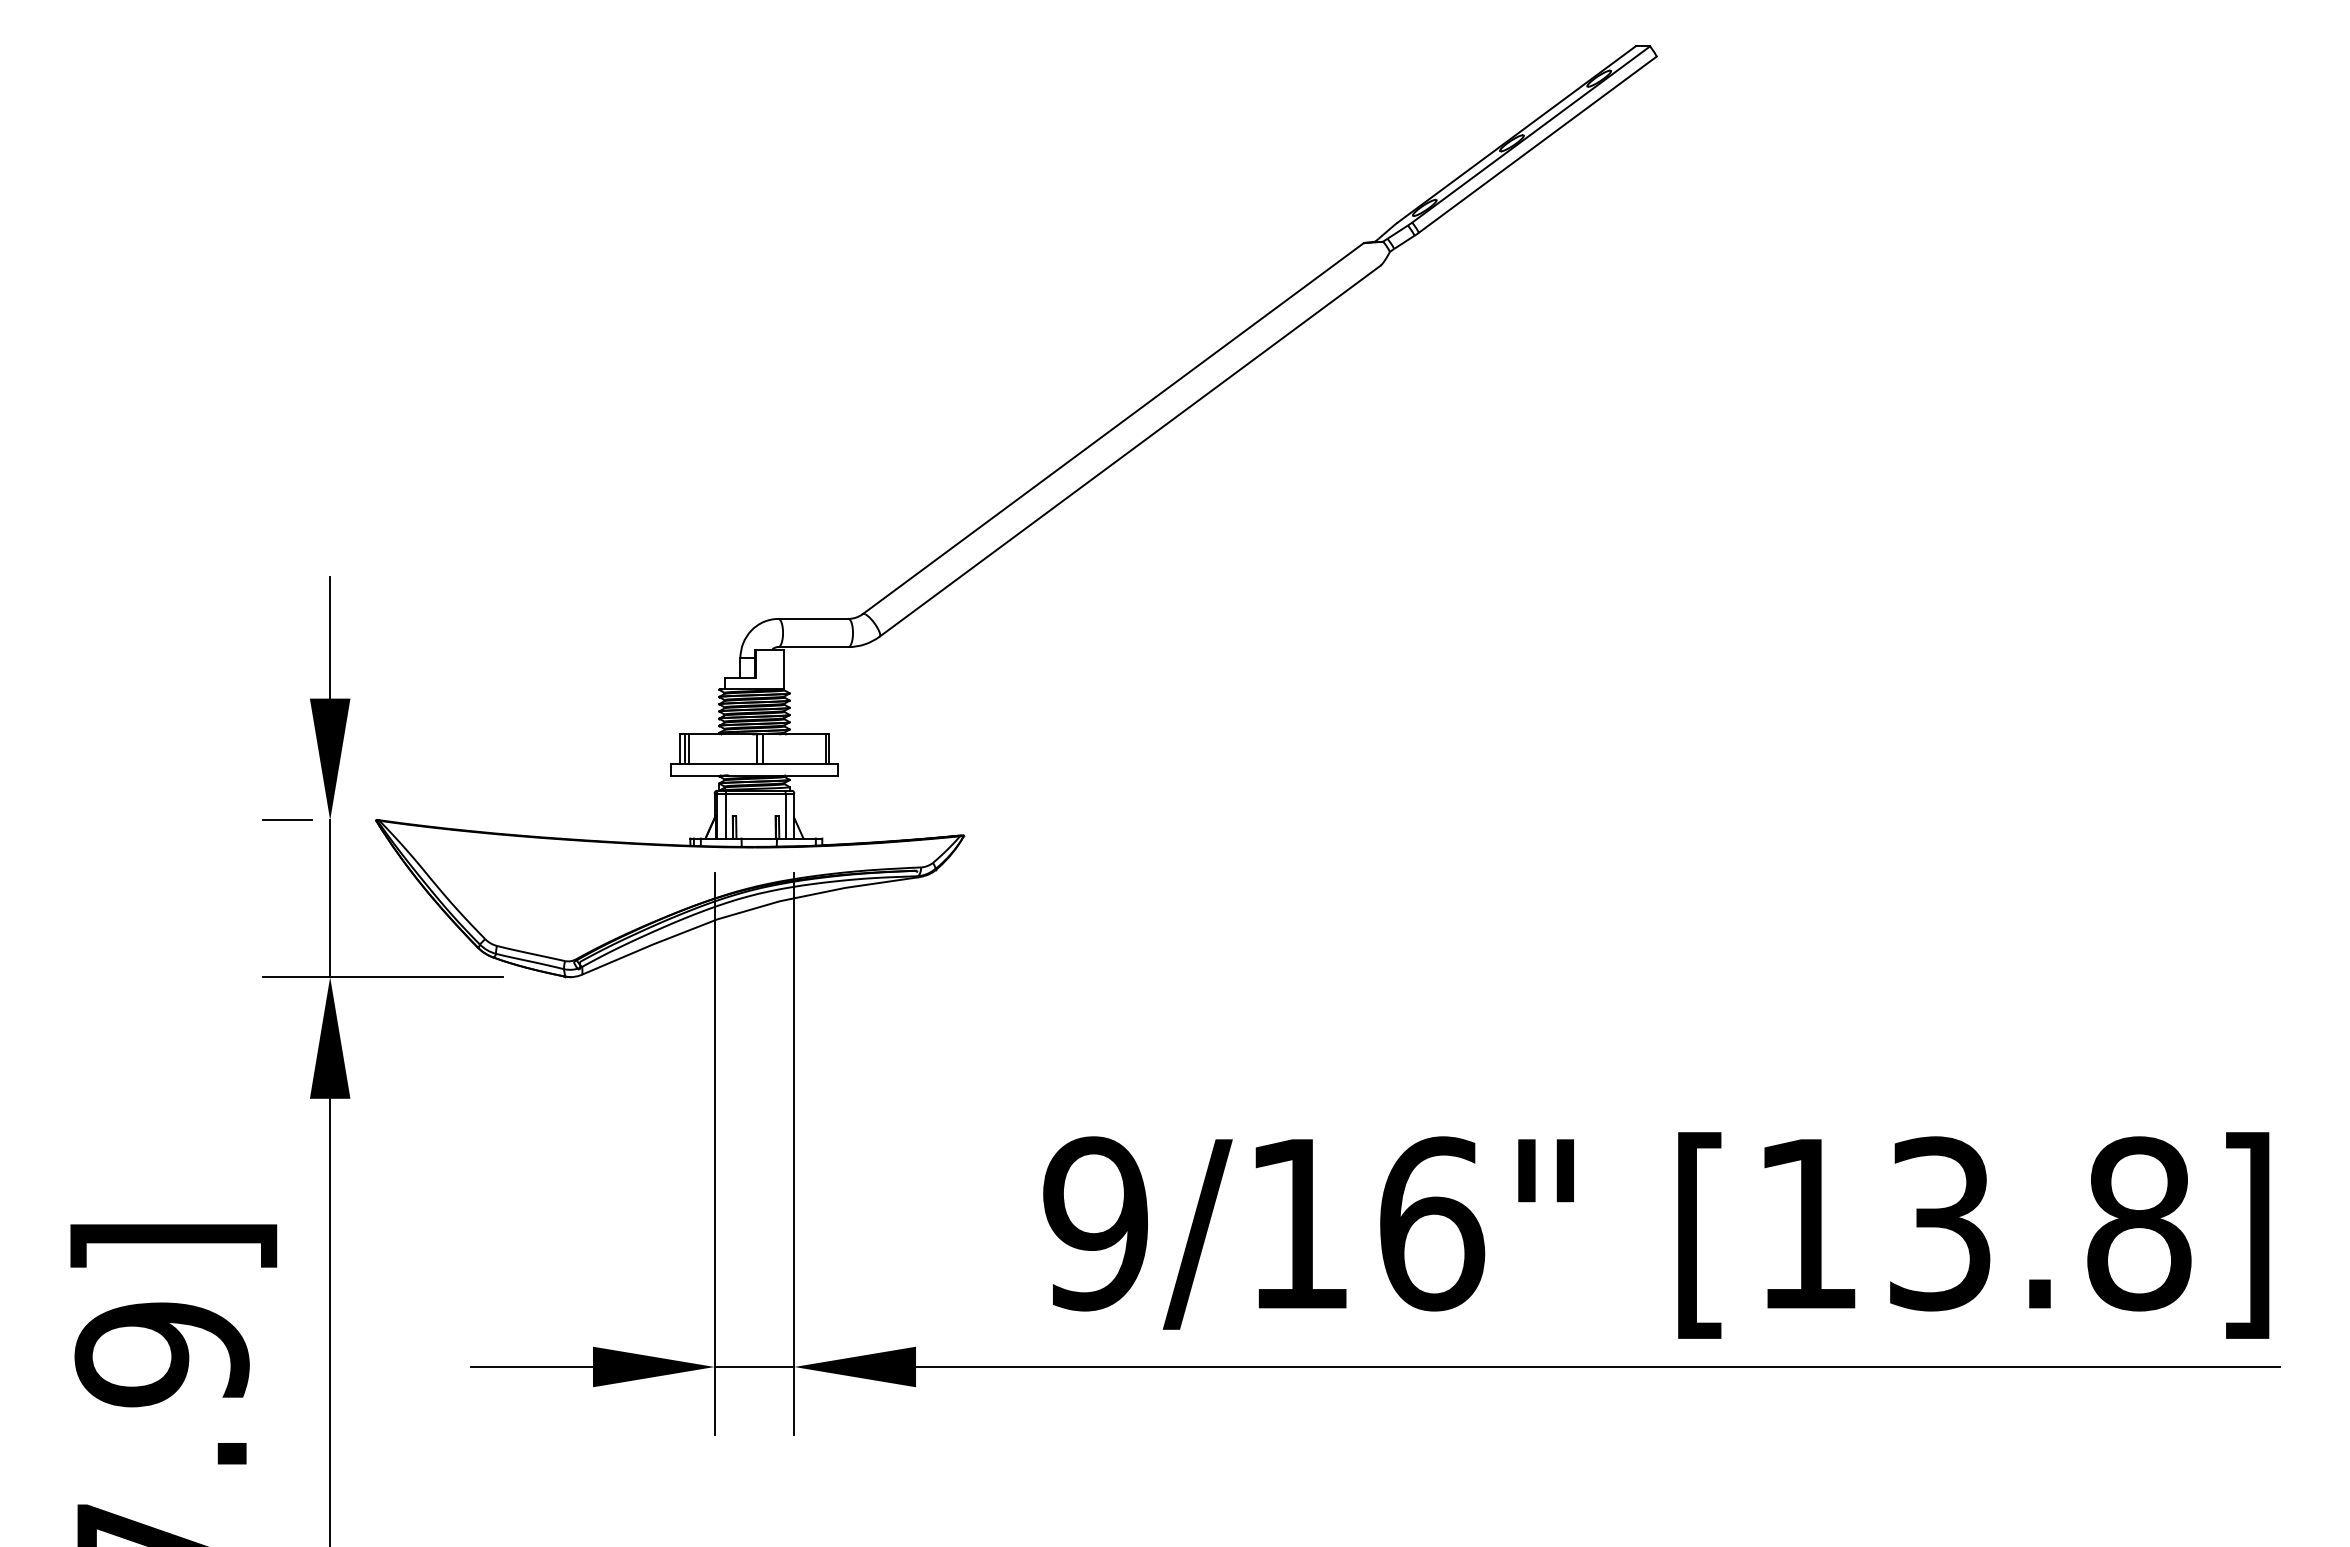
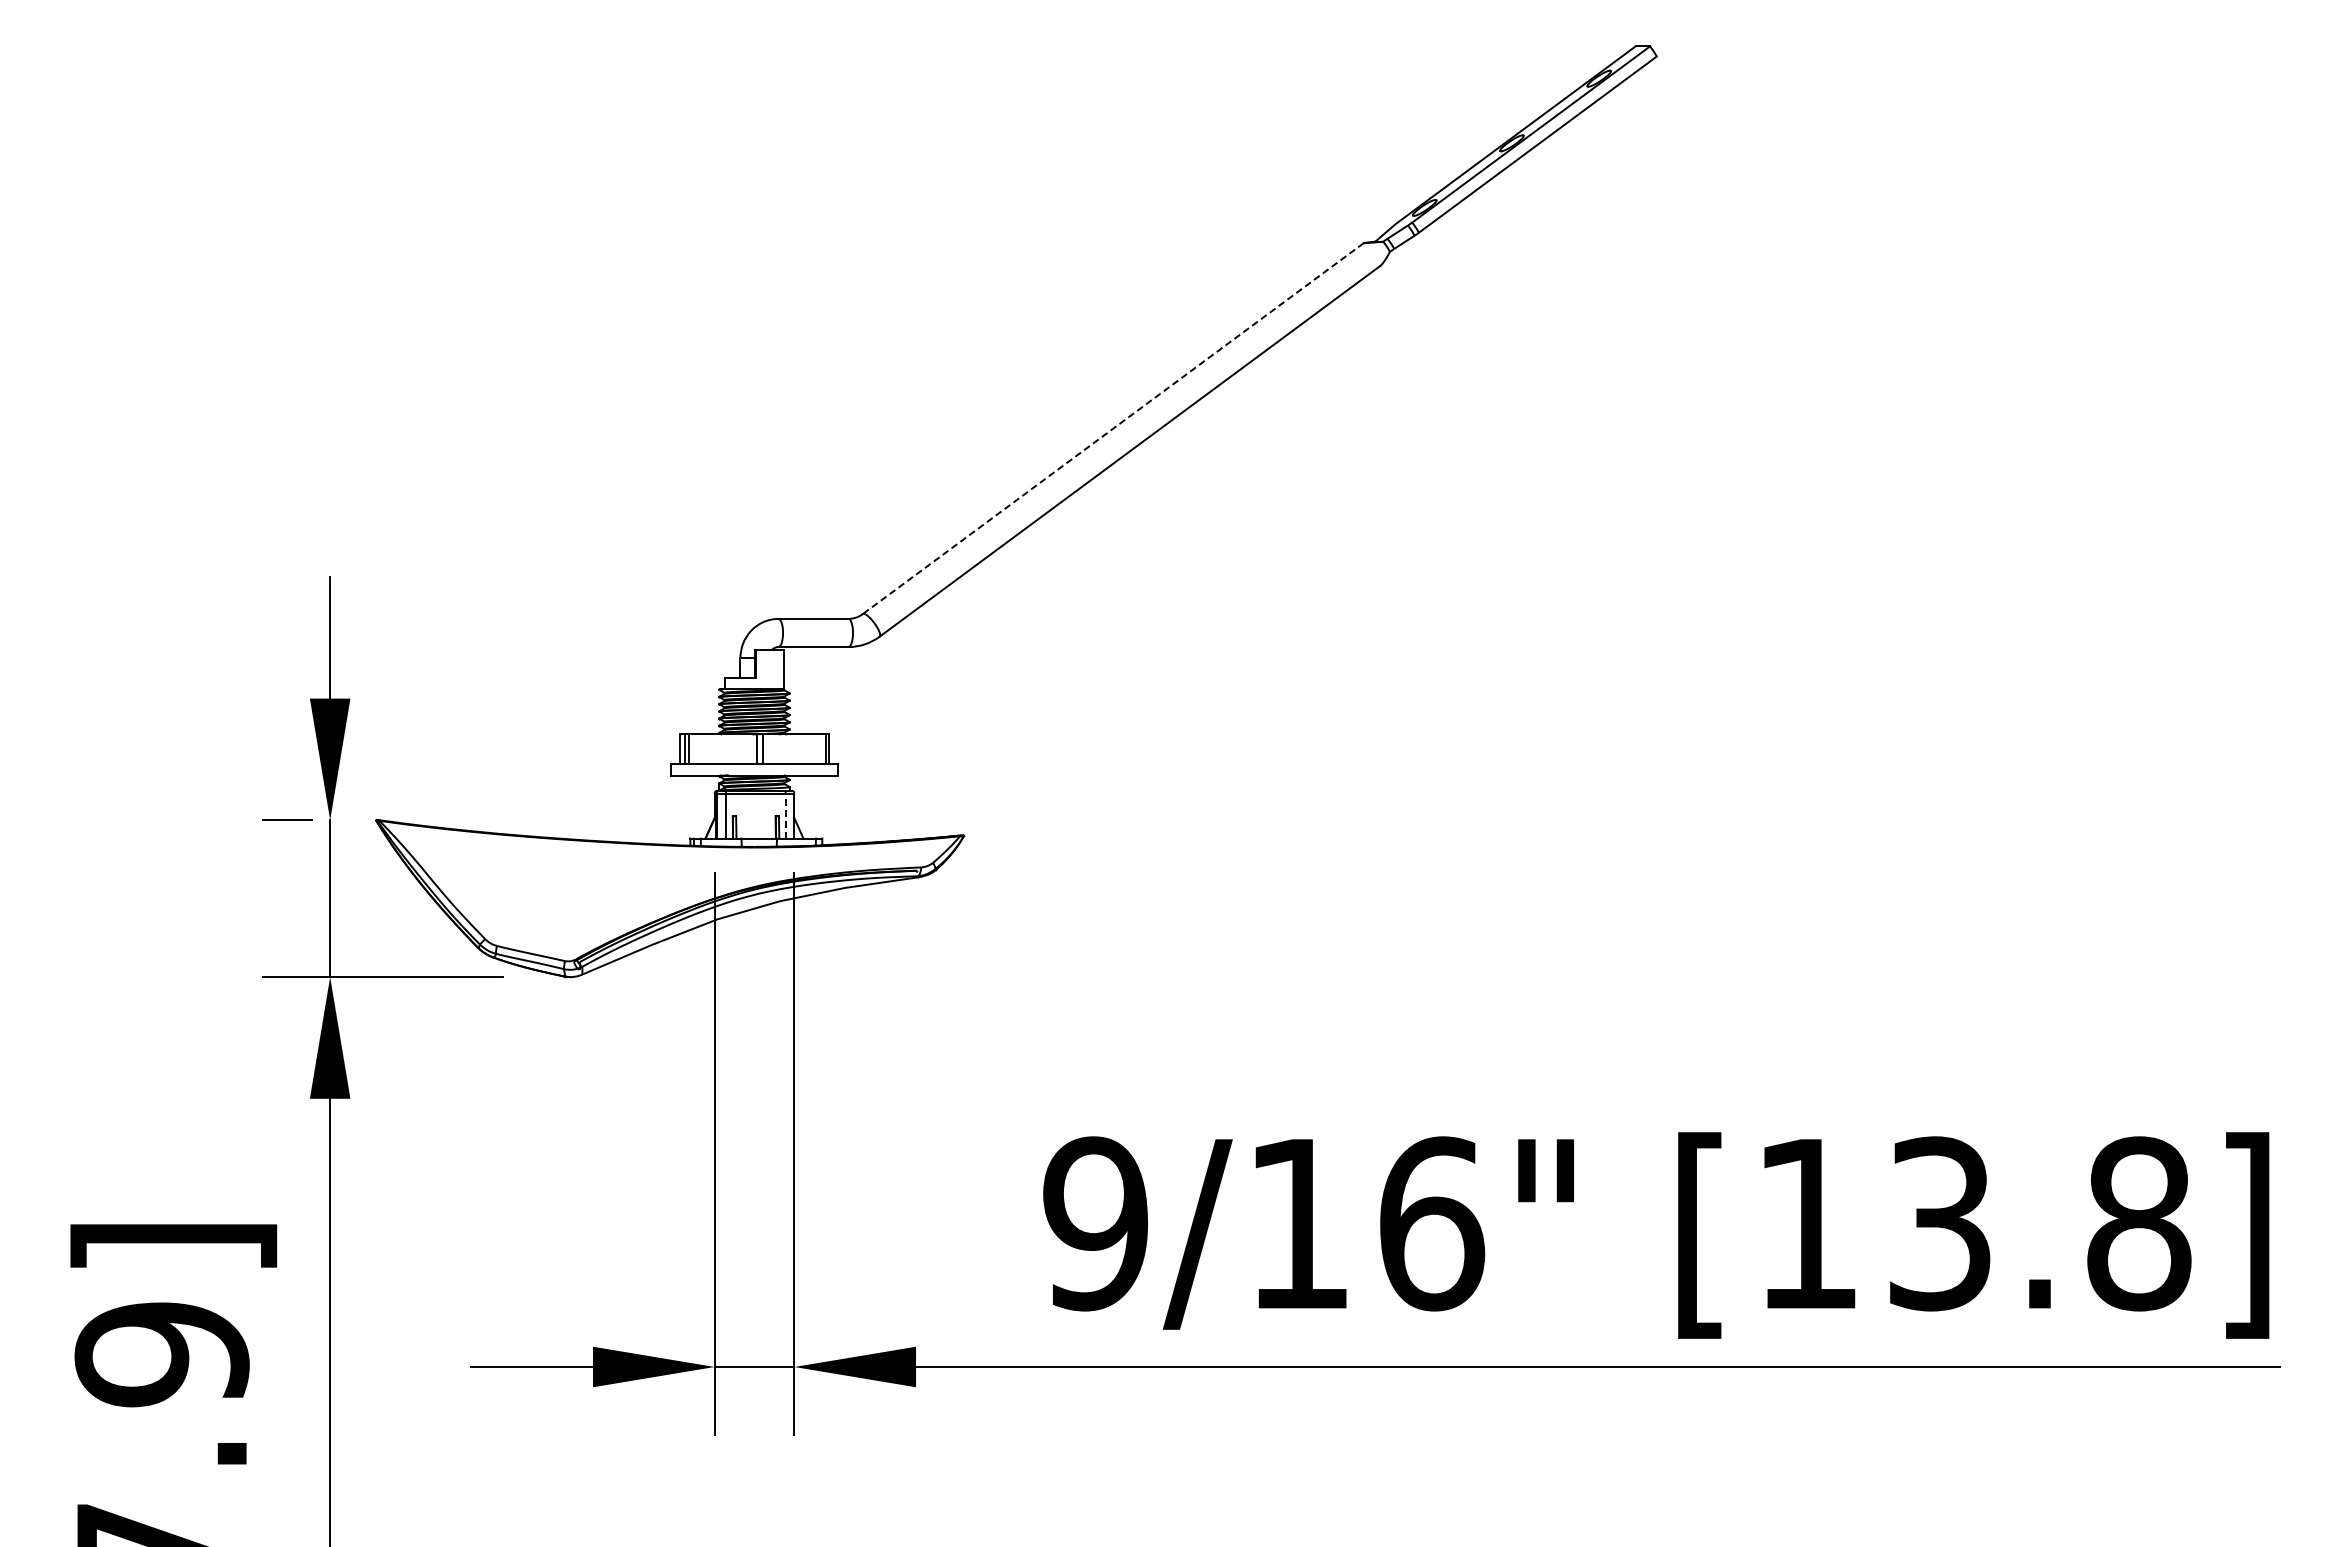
line at (1113, 428): solid -> dashed
line at (785, 816): solid -> dashed
